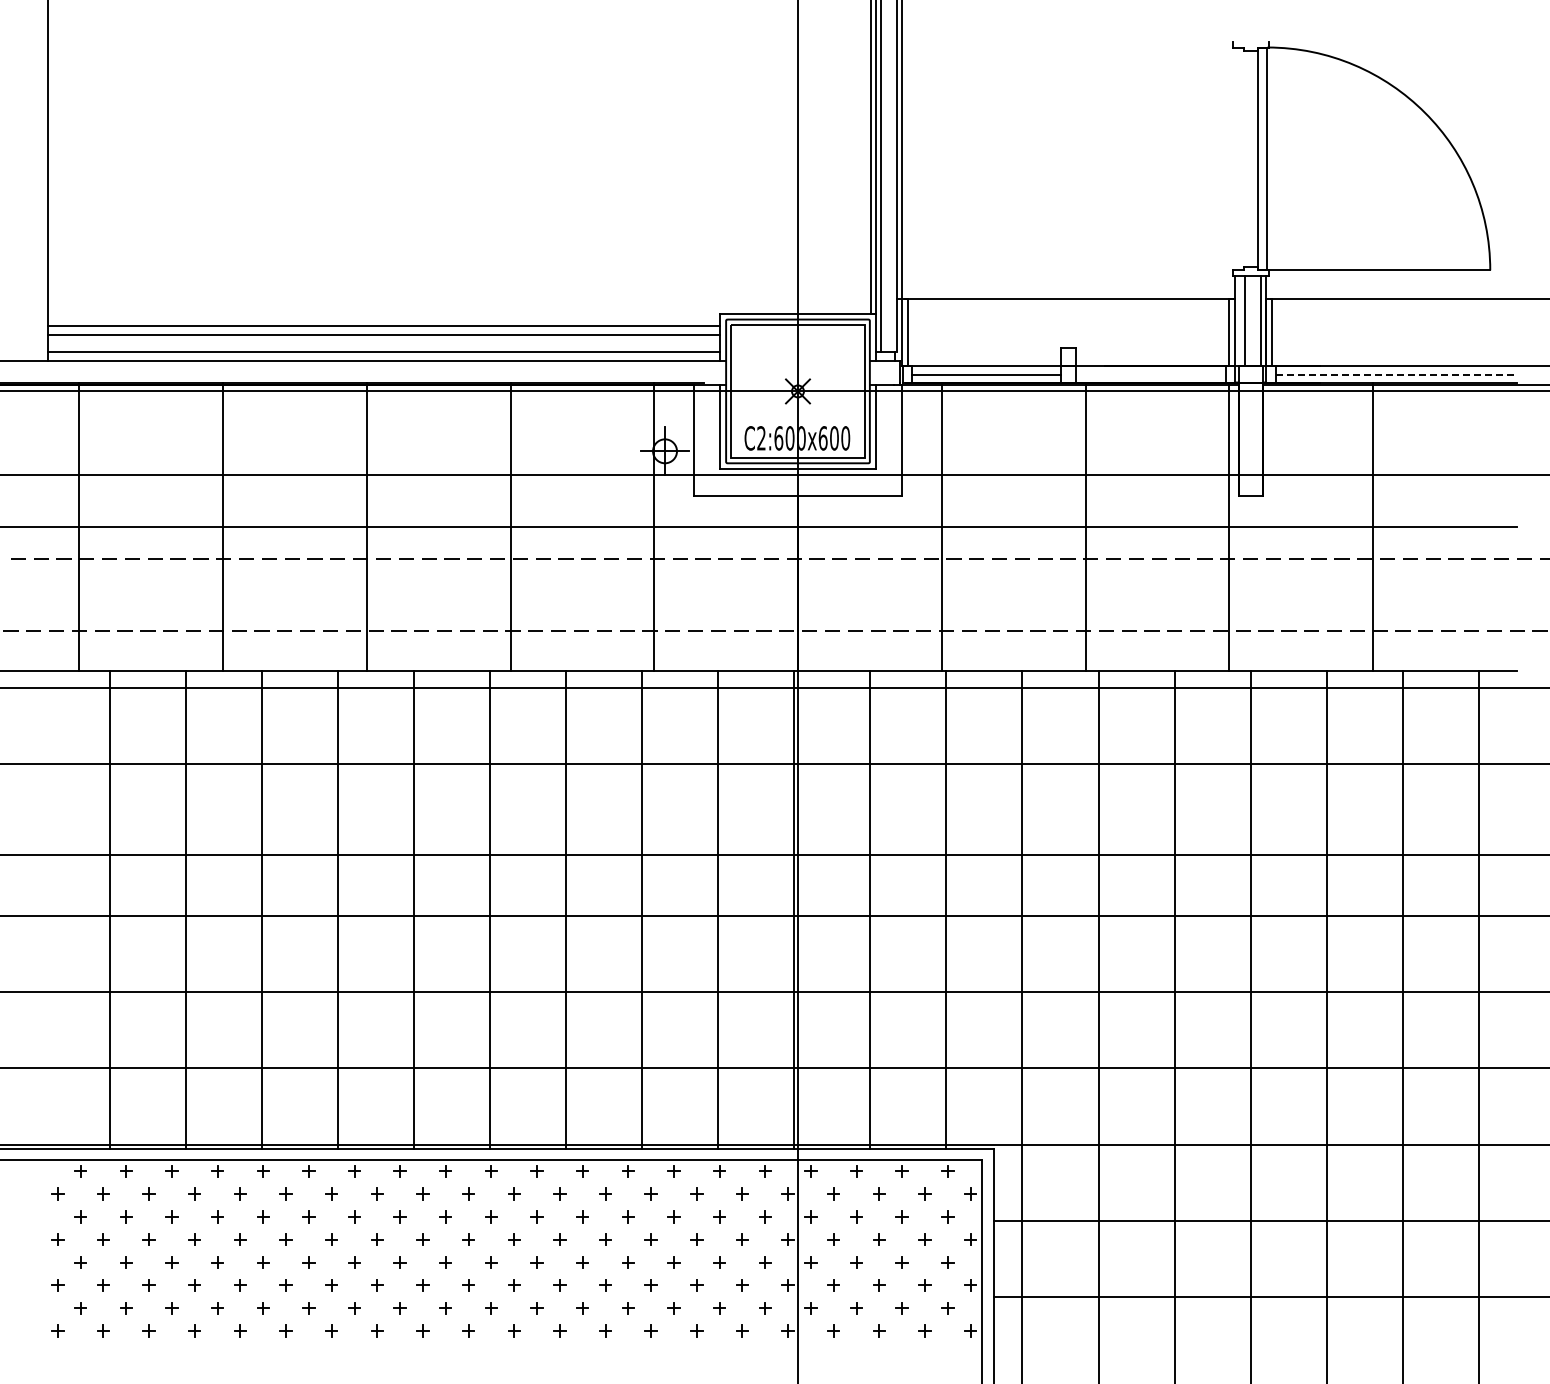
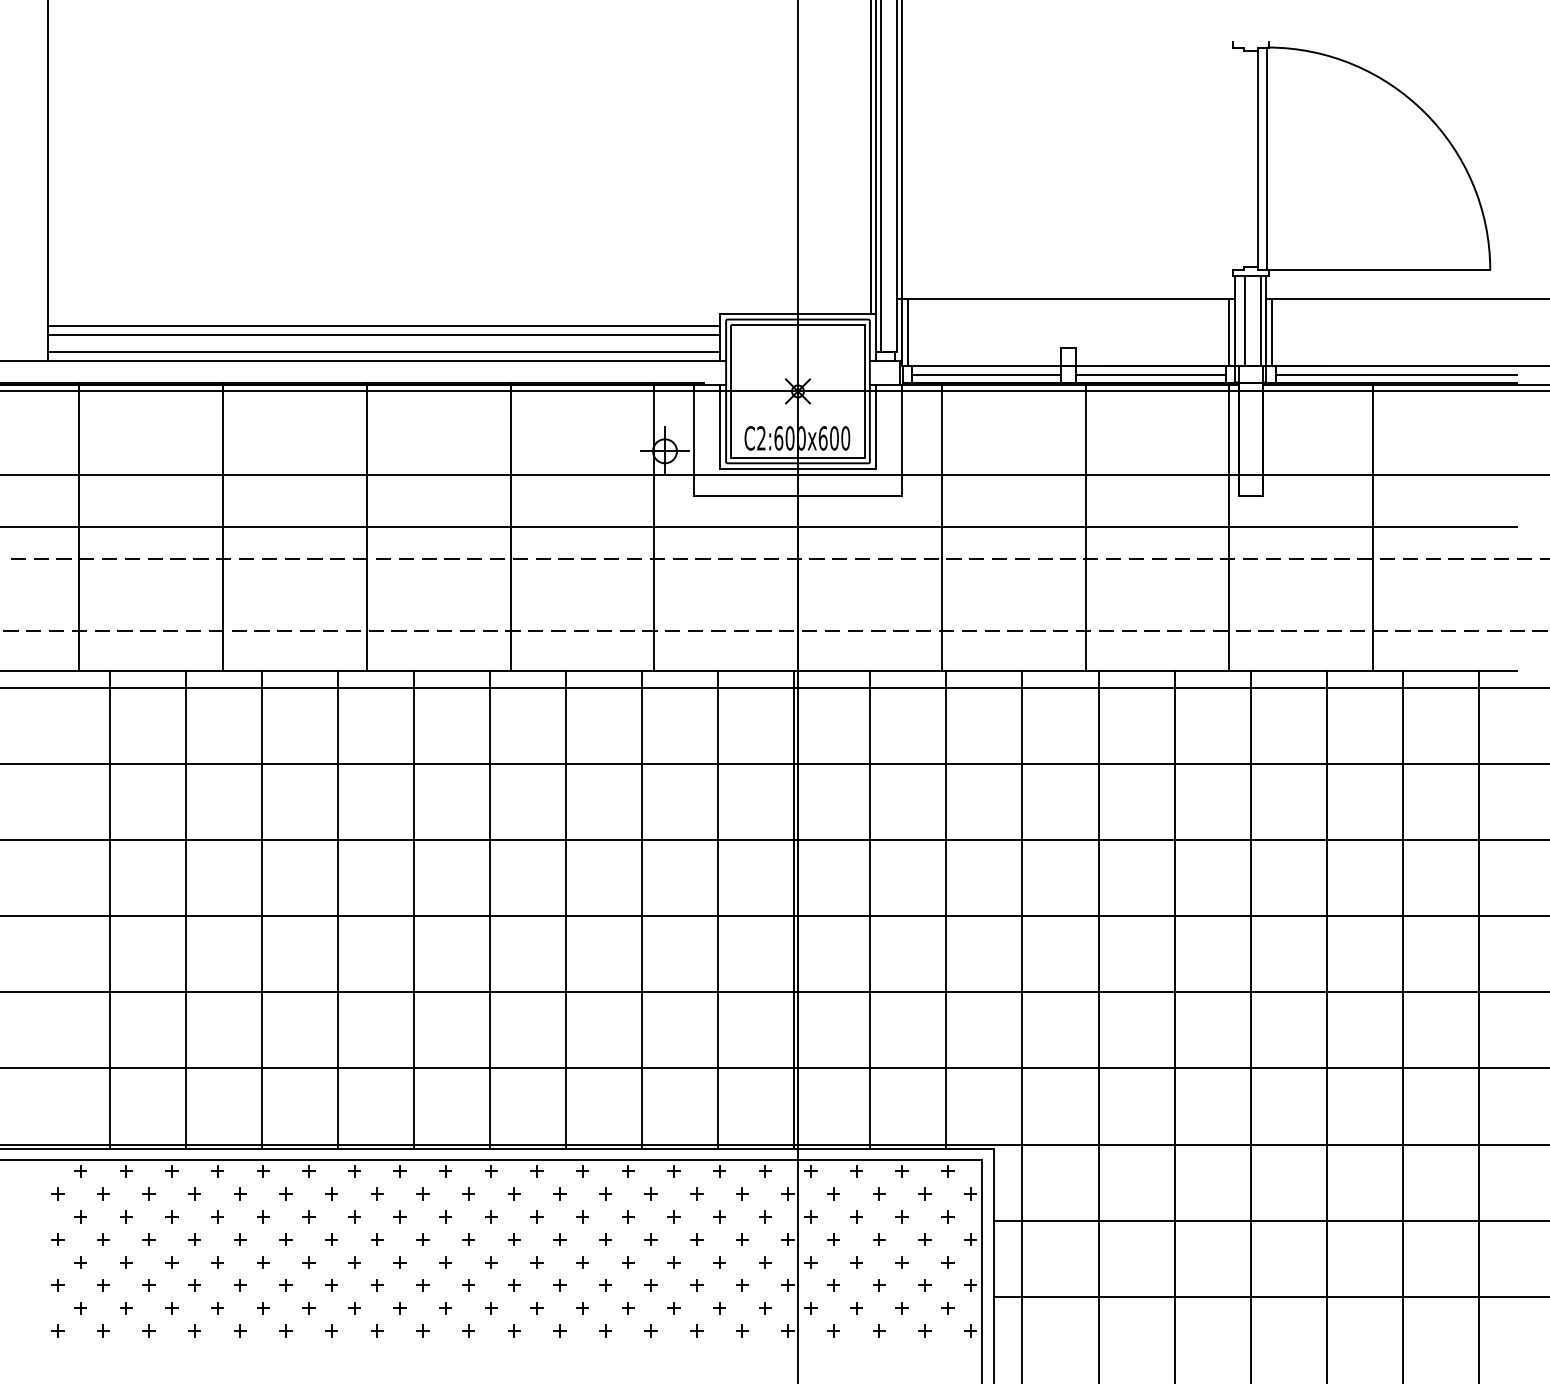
line at (1150, 374): none -> present
line at (1396, 374): dashed -> solid
line at (774, 855) position: (774, 855) -> (774, 840)
